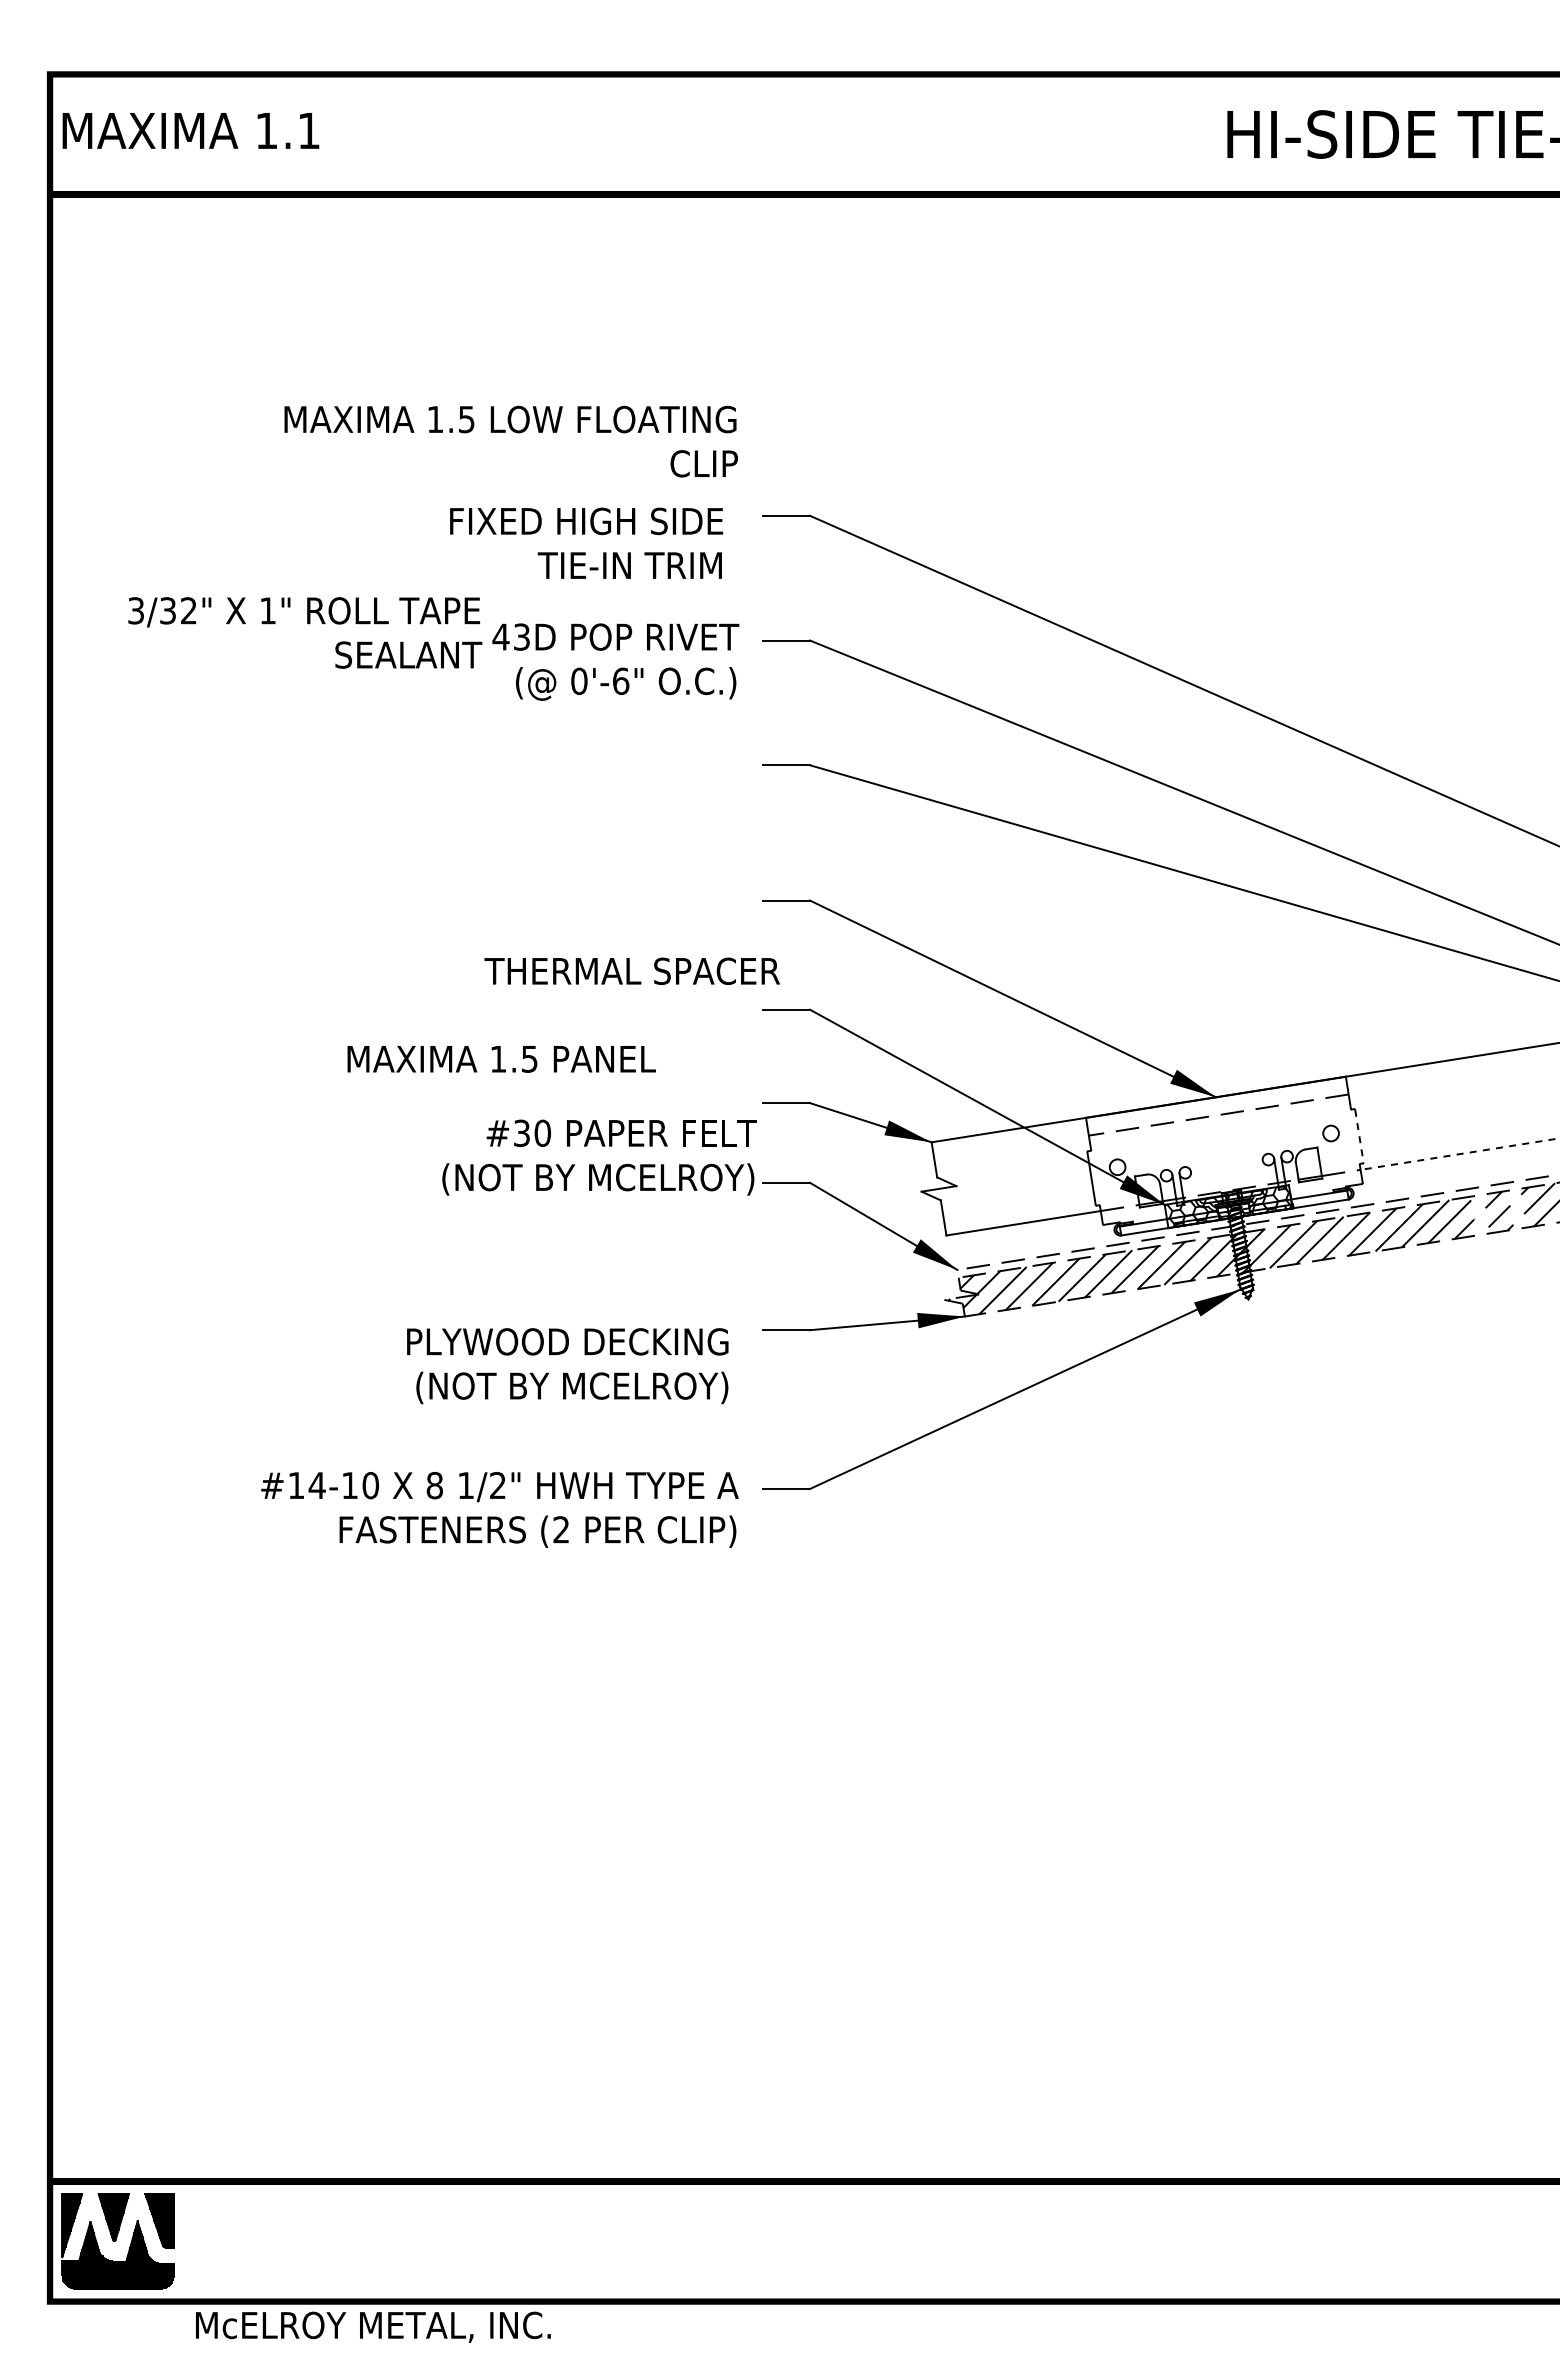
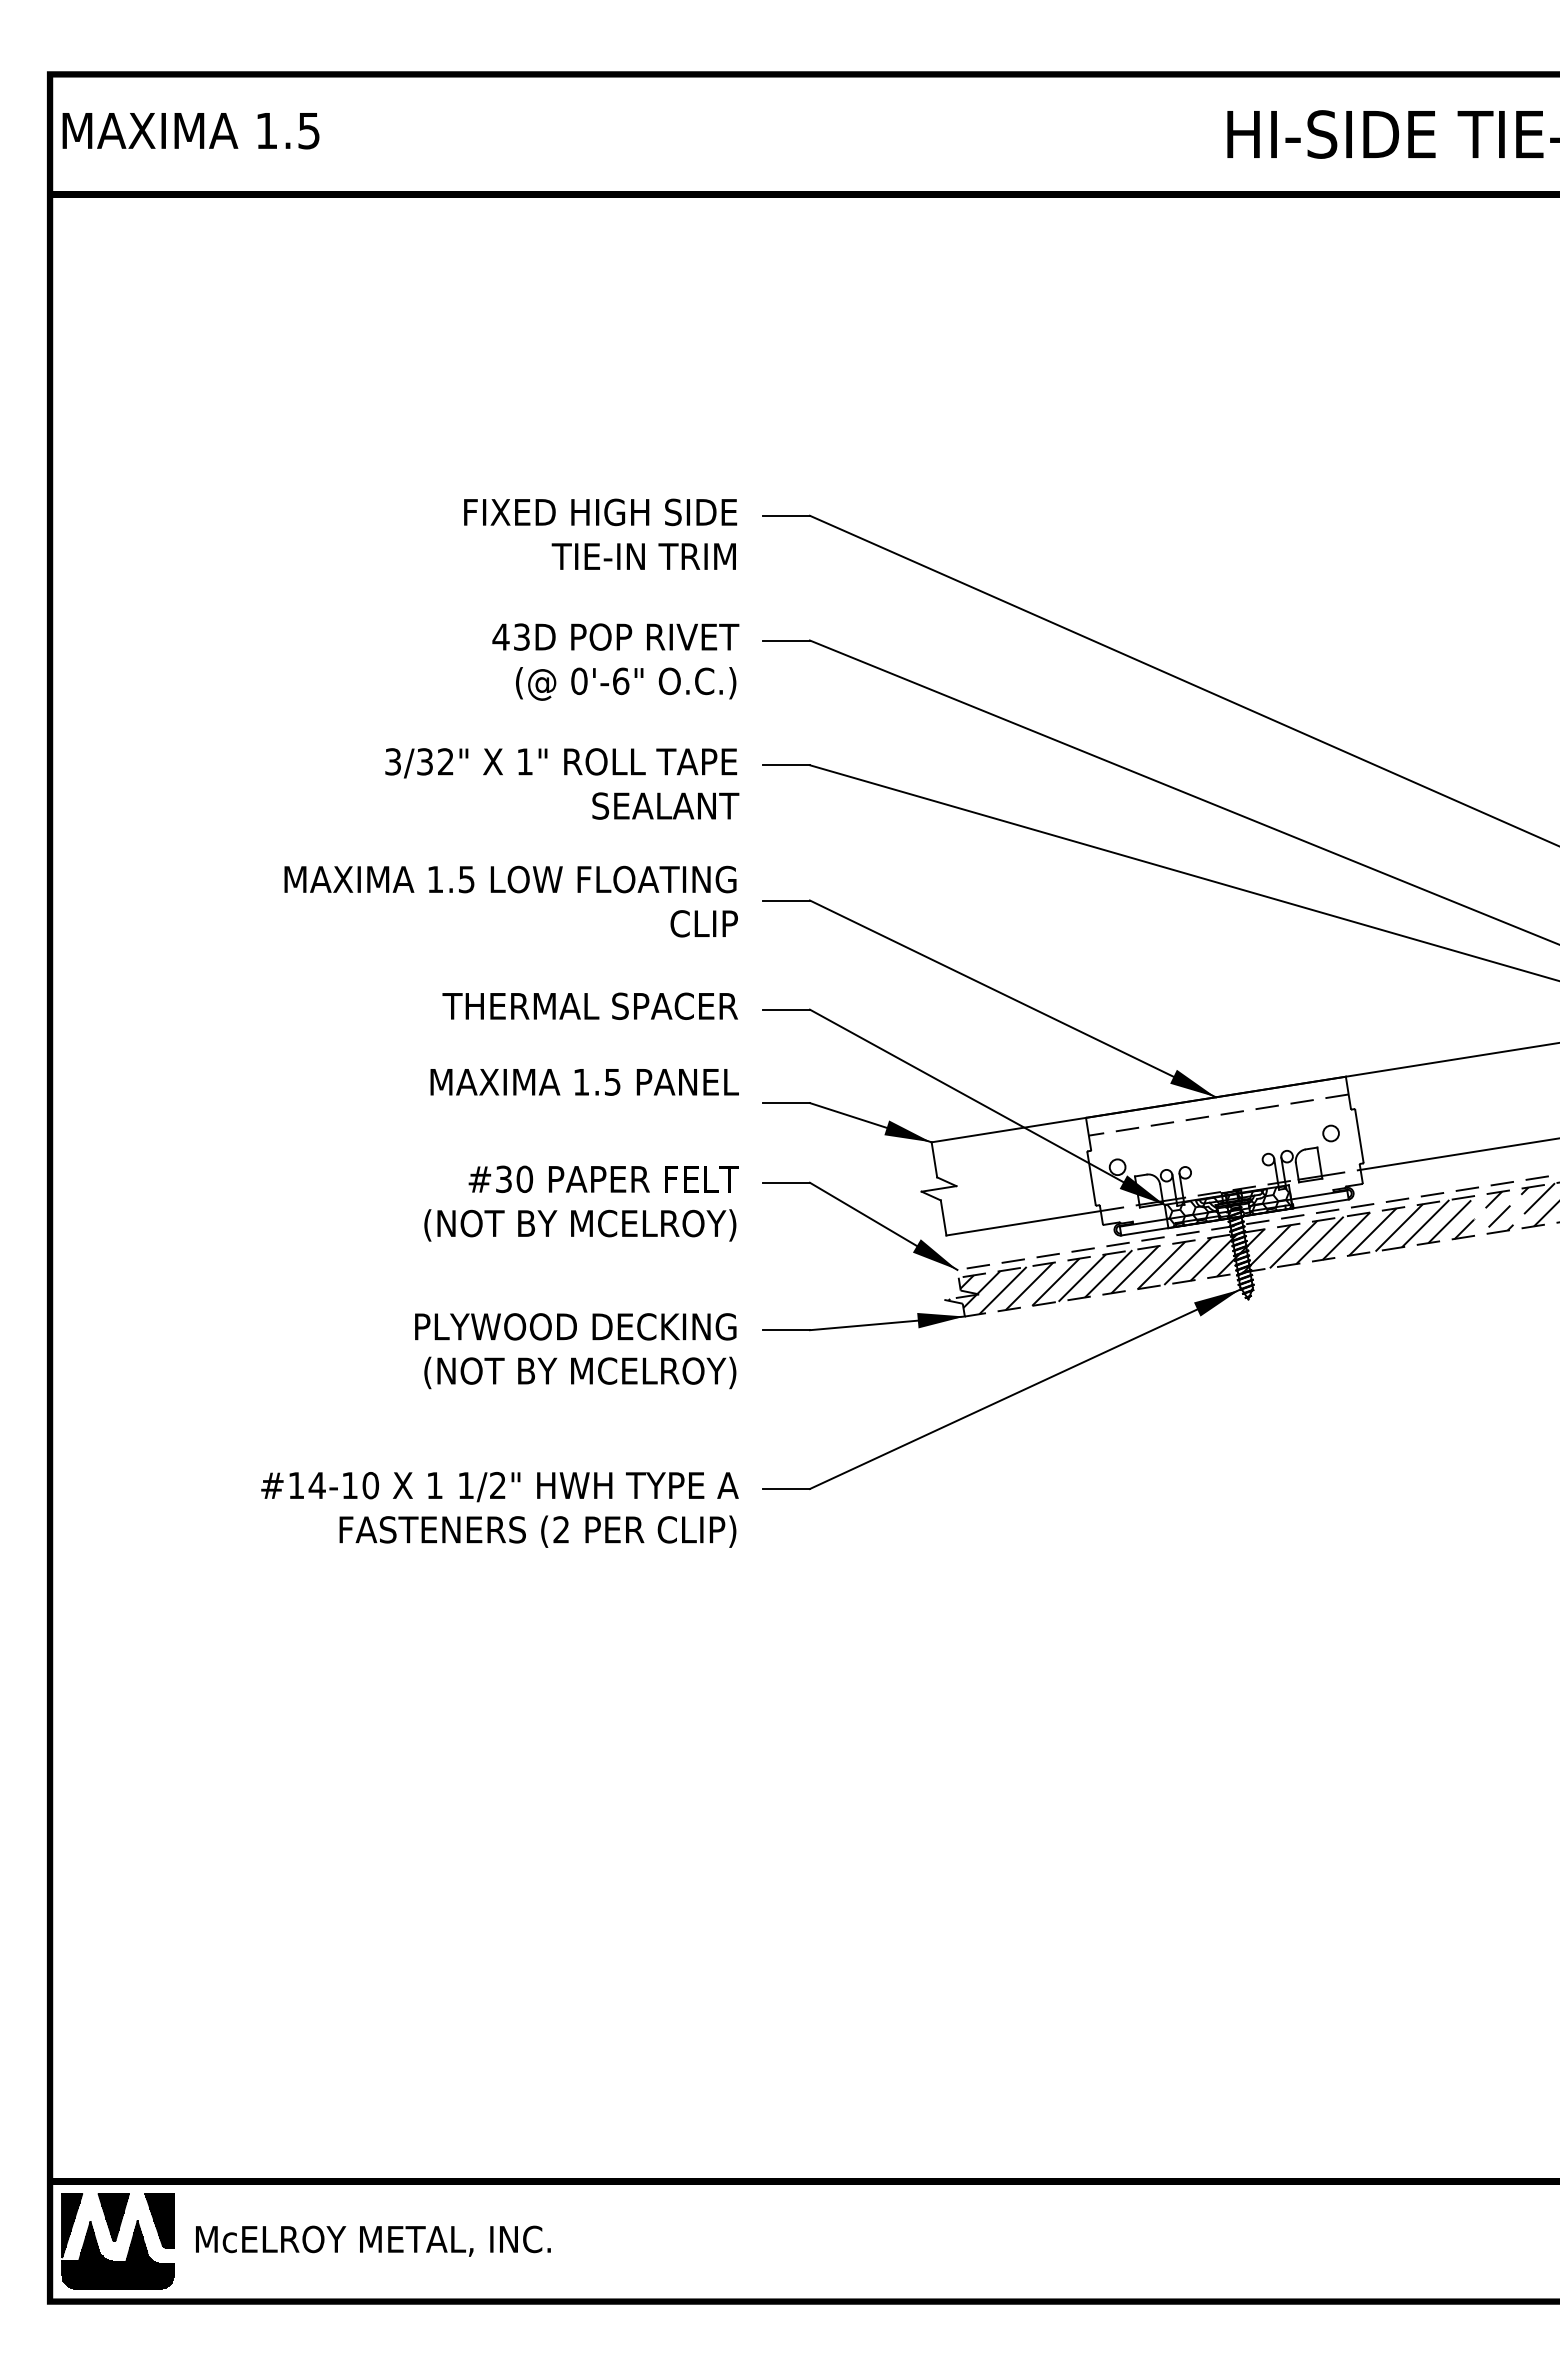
text at (308, 131): 1.1 -> 1.5
text at (510, 441) position: (510, 441) -> (510, 901)
text at (586, 542) position: (586, 542) -> (600, 533)
text at (305, 632) position: (305, 632) -> (562, 783)
text at (631, 970) position: (631, 970) -> (589, 1005)
text at (501, 1059) position: (501, 1059) -> (584, 1082)
line at (1359, 1136): dashed -> solid
line at (1460, 1154): dashed -> solid
text at (599, 1157) position: (599, 1157) -> (581, 1203)
text at (567, 1366) position: (567, 1366) -> (575, 1351)
text at (434, 1485): 8 -> 1
text at (373, 2326) position: (373, 2326) -> (373, 2240)
